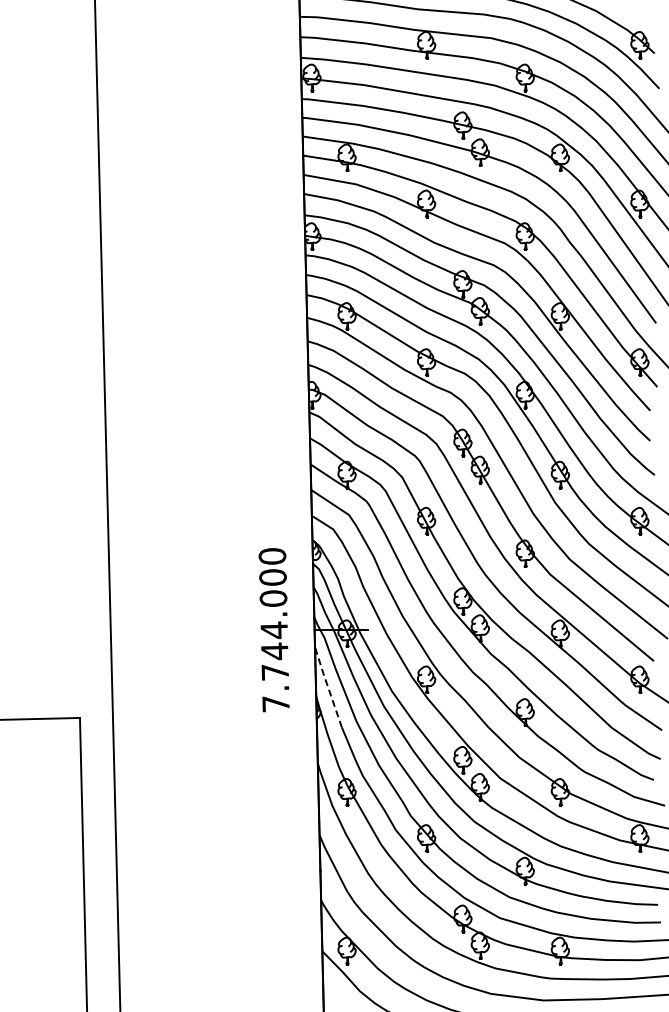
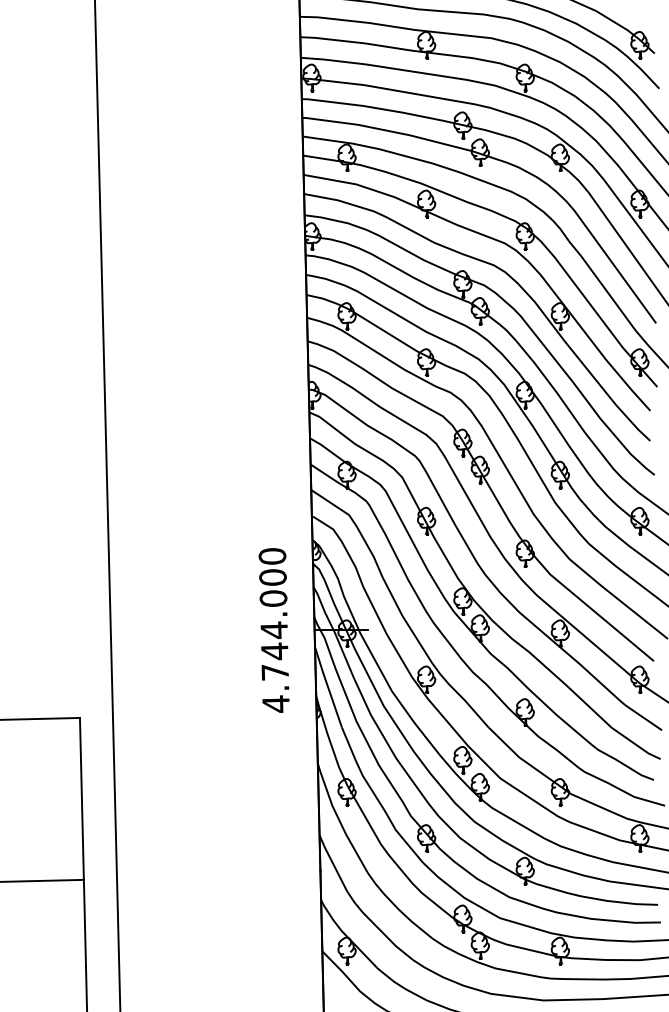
line at (327, 686): dashed -> solid
text at (275, 703): 7.744.000 -> 4.744.000
line at (42, 880): none -> present
